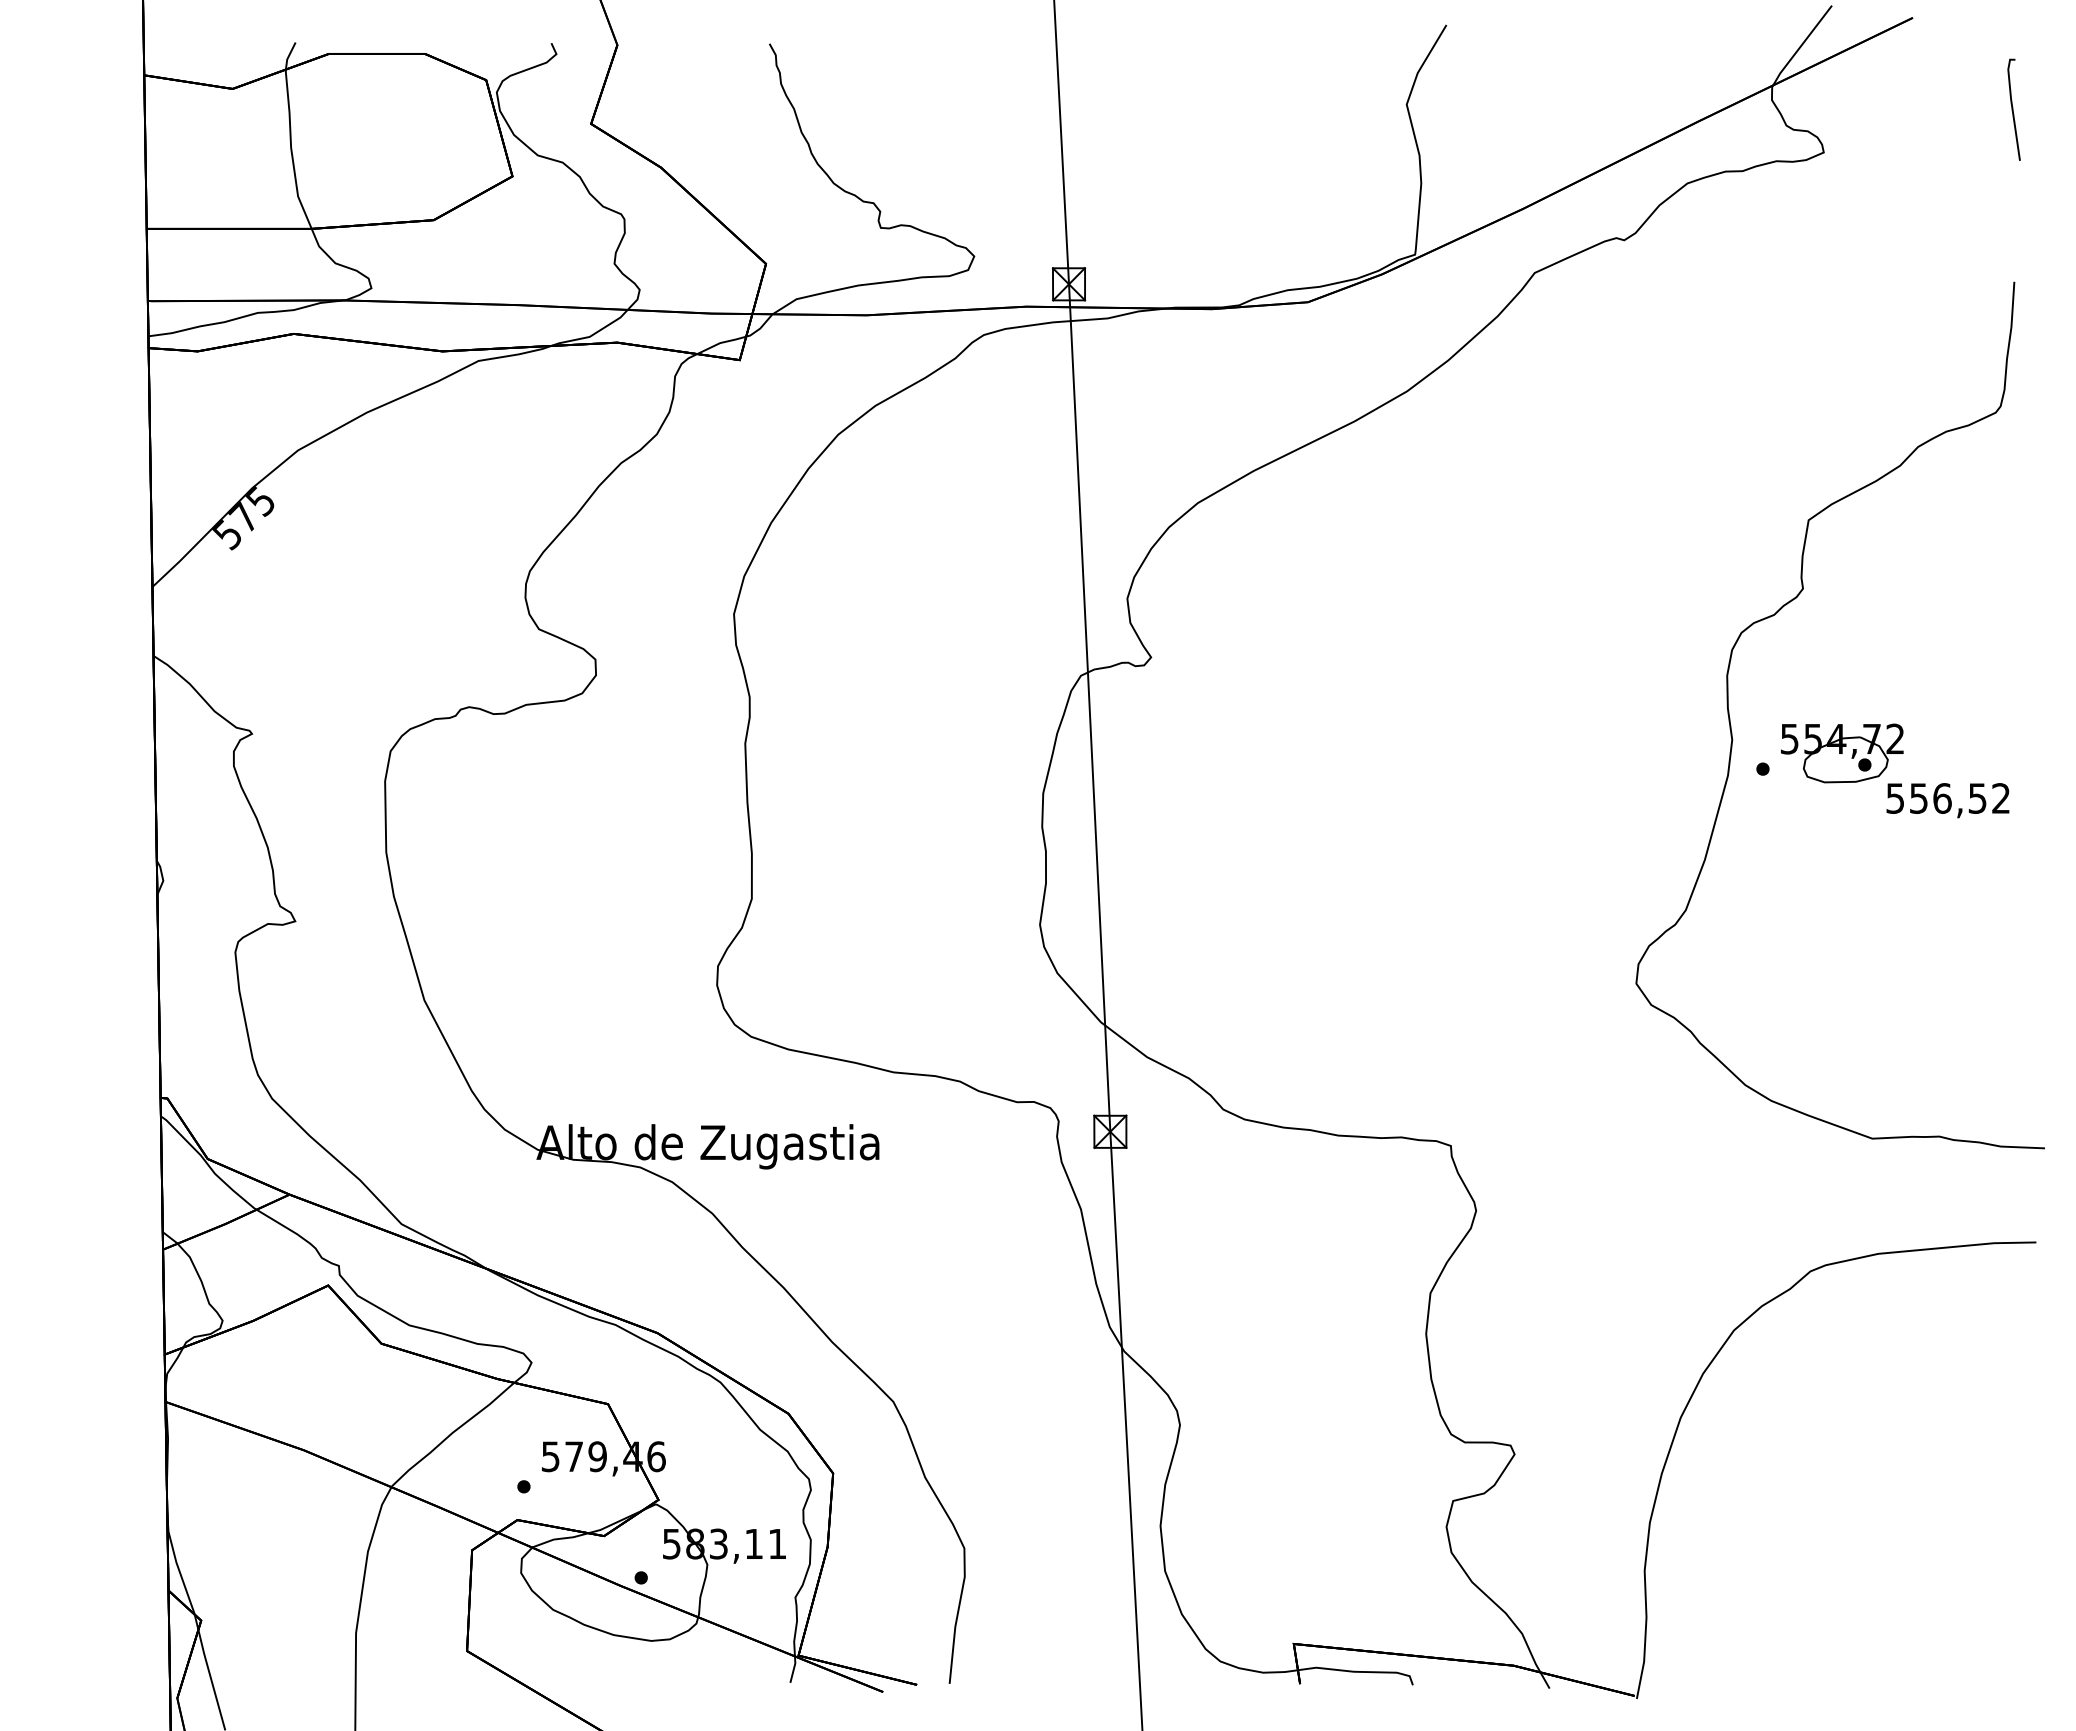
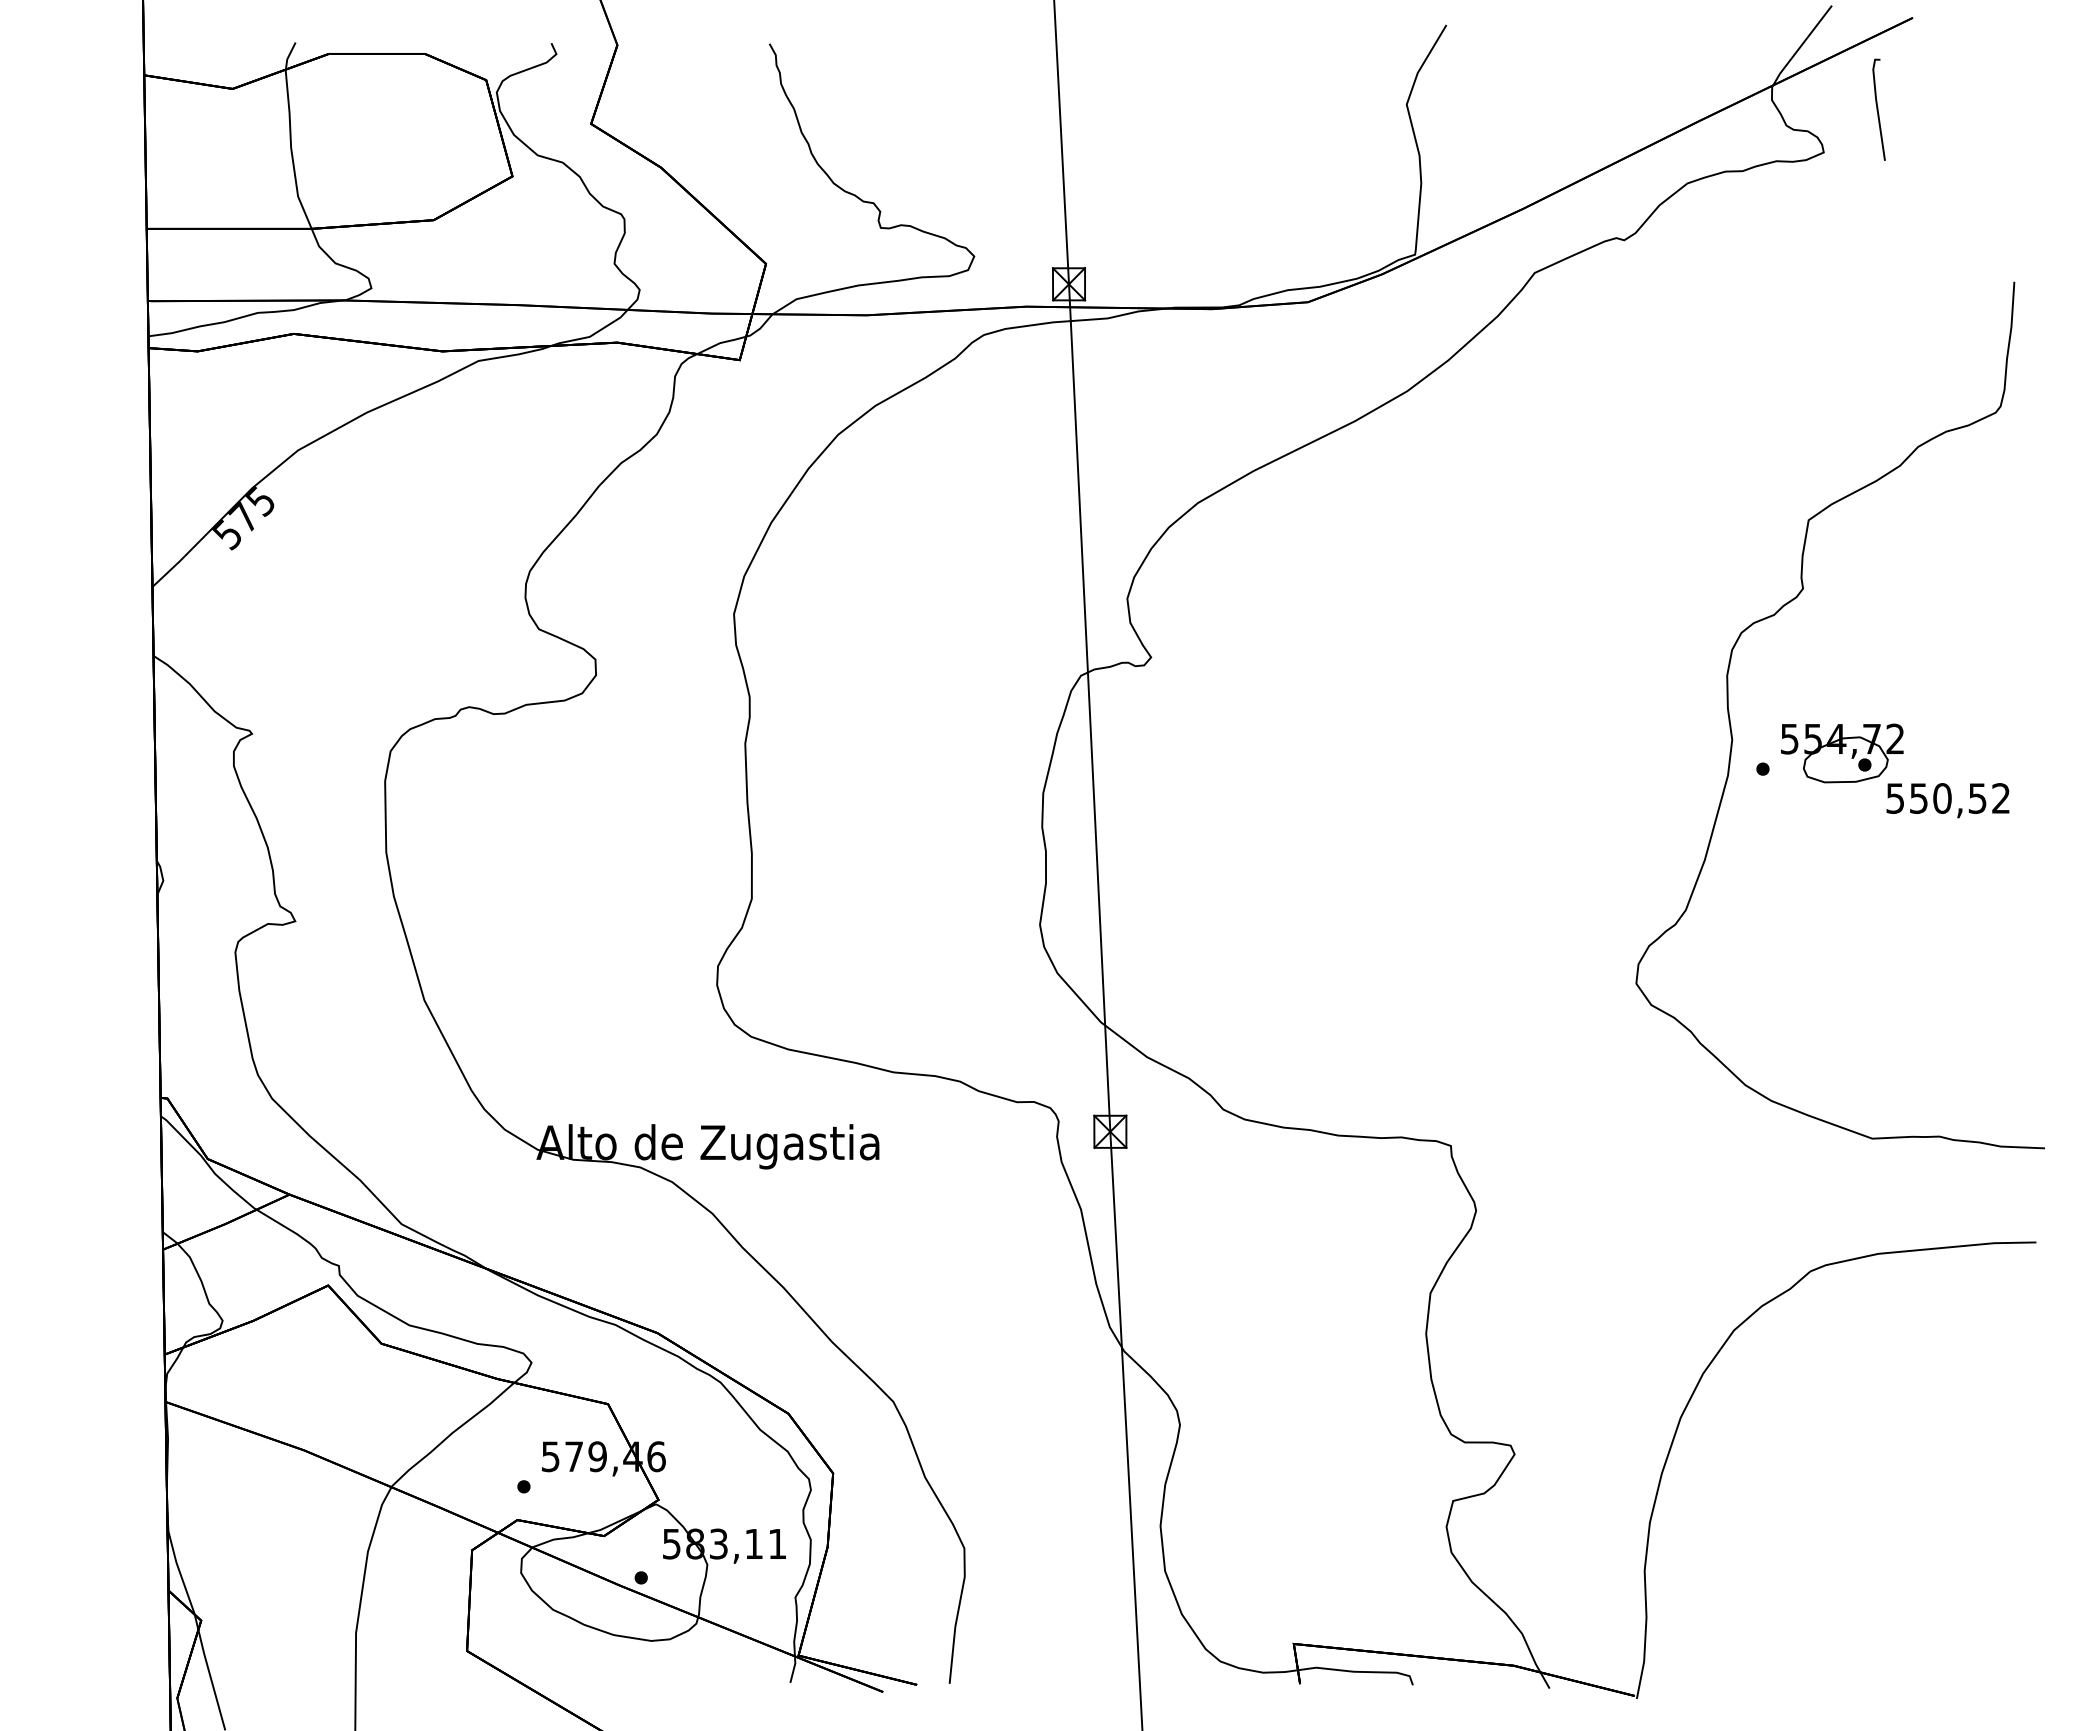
line at (2013, 109) position: (2013, 109) -> (1878, 109)
text at (1942, 798): 556,52 -> 550,52
